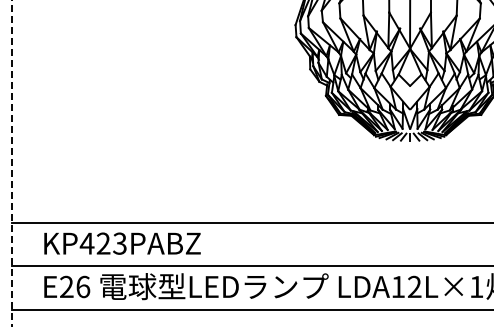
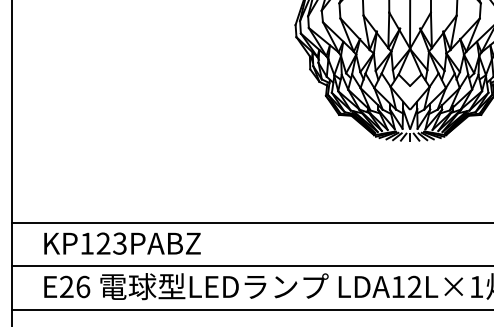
line at (12, 163): dashed -> solid
text at (86, 243): KP423PABZ -> KP123PABZ
